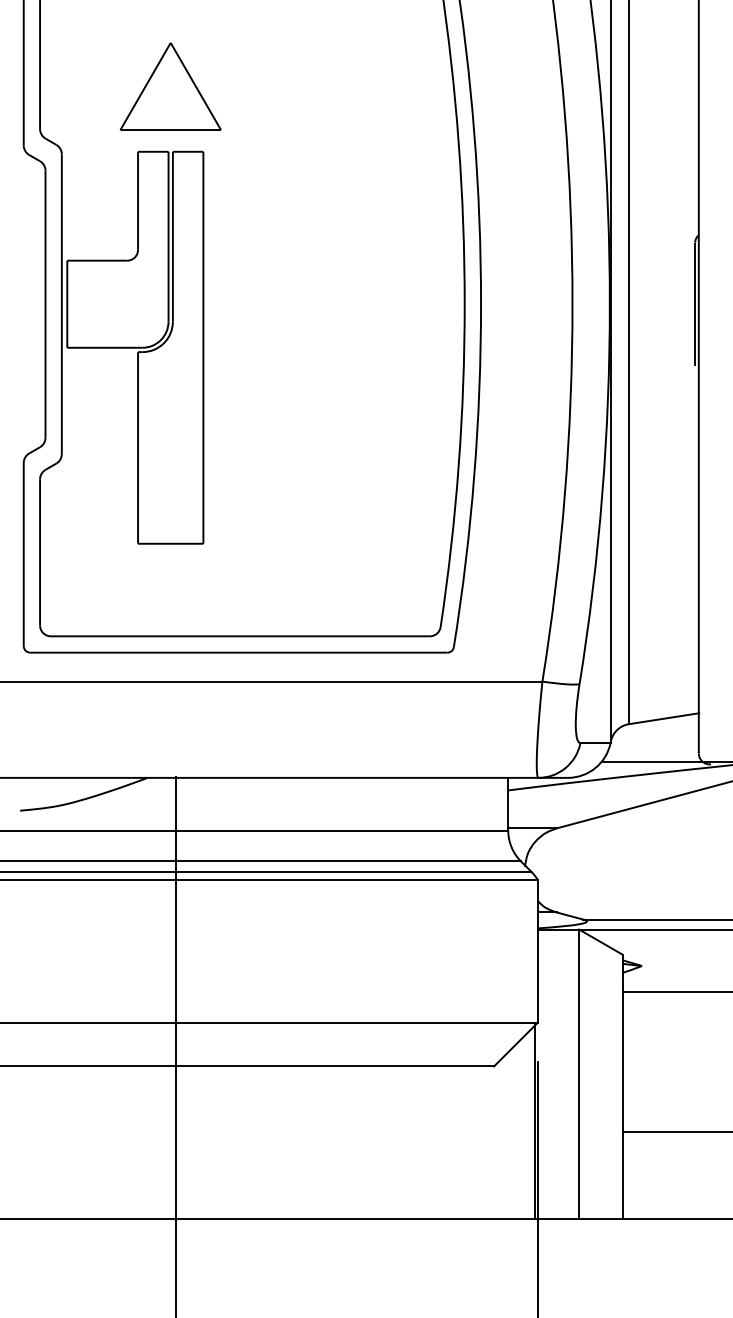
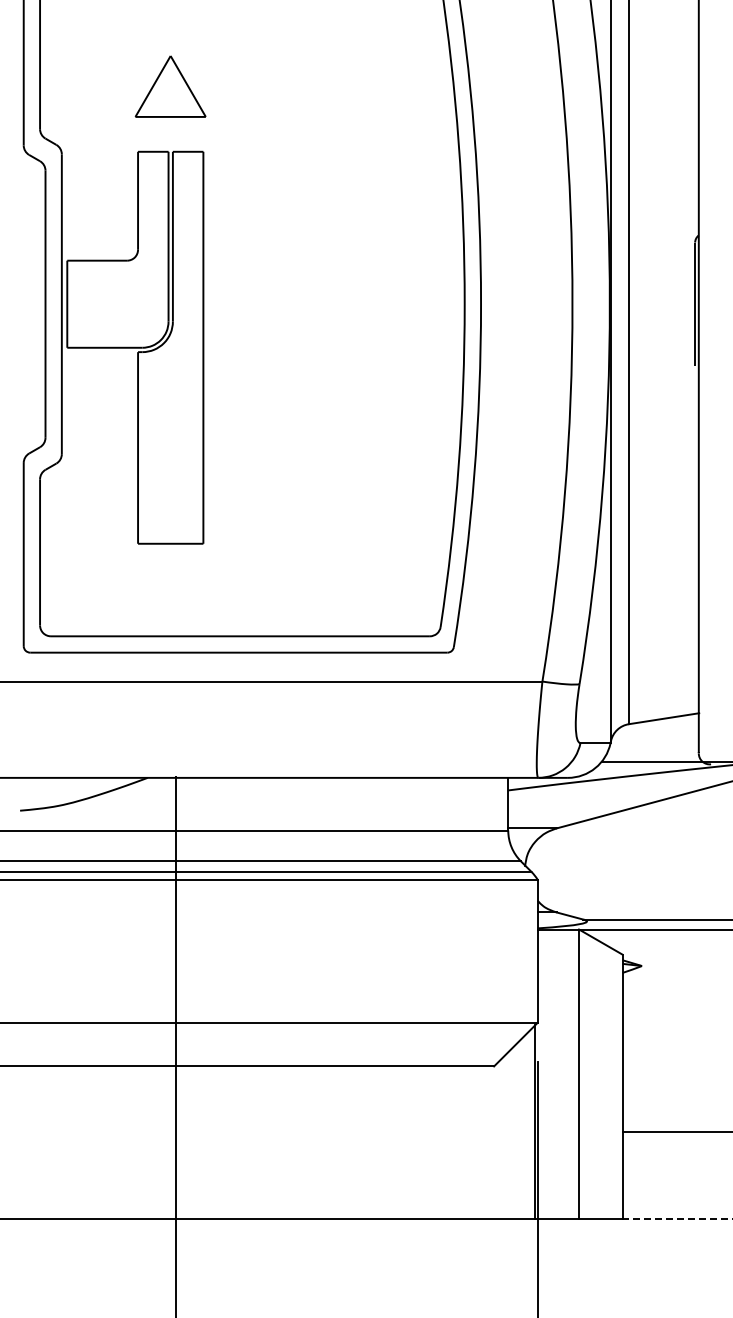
part at (170, 86) size: 103x89 px -> 73x63 px
line at (675, 992): present -> none
line at (677, 1218): solid -> dashed
